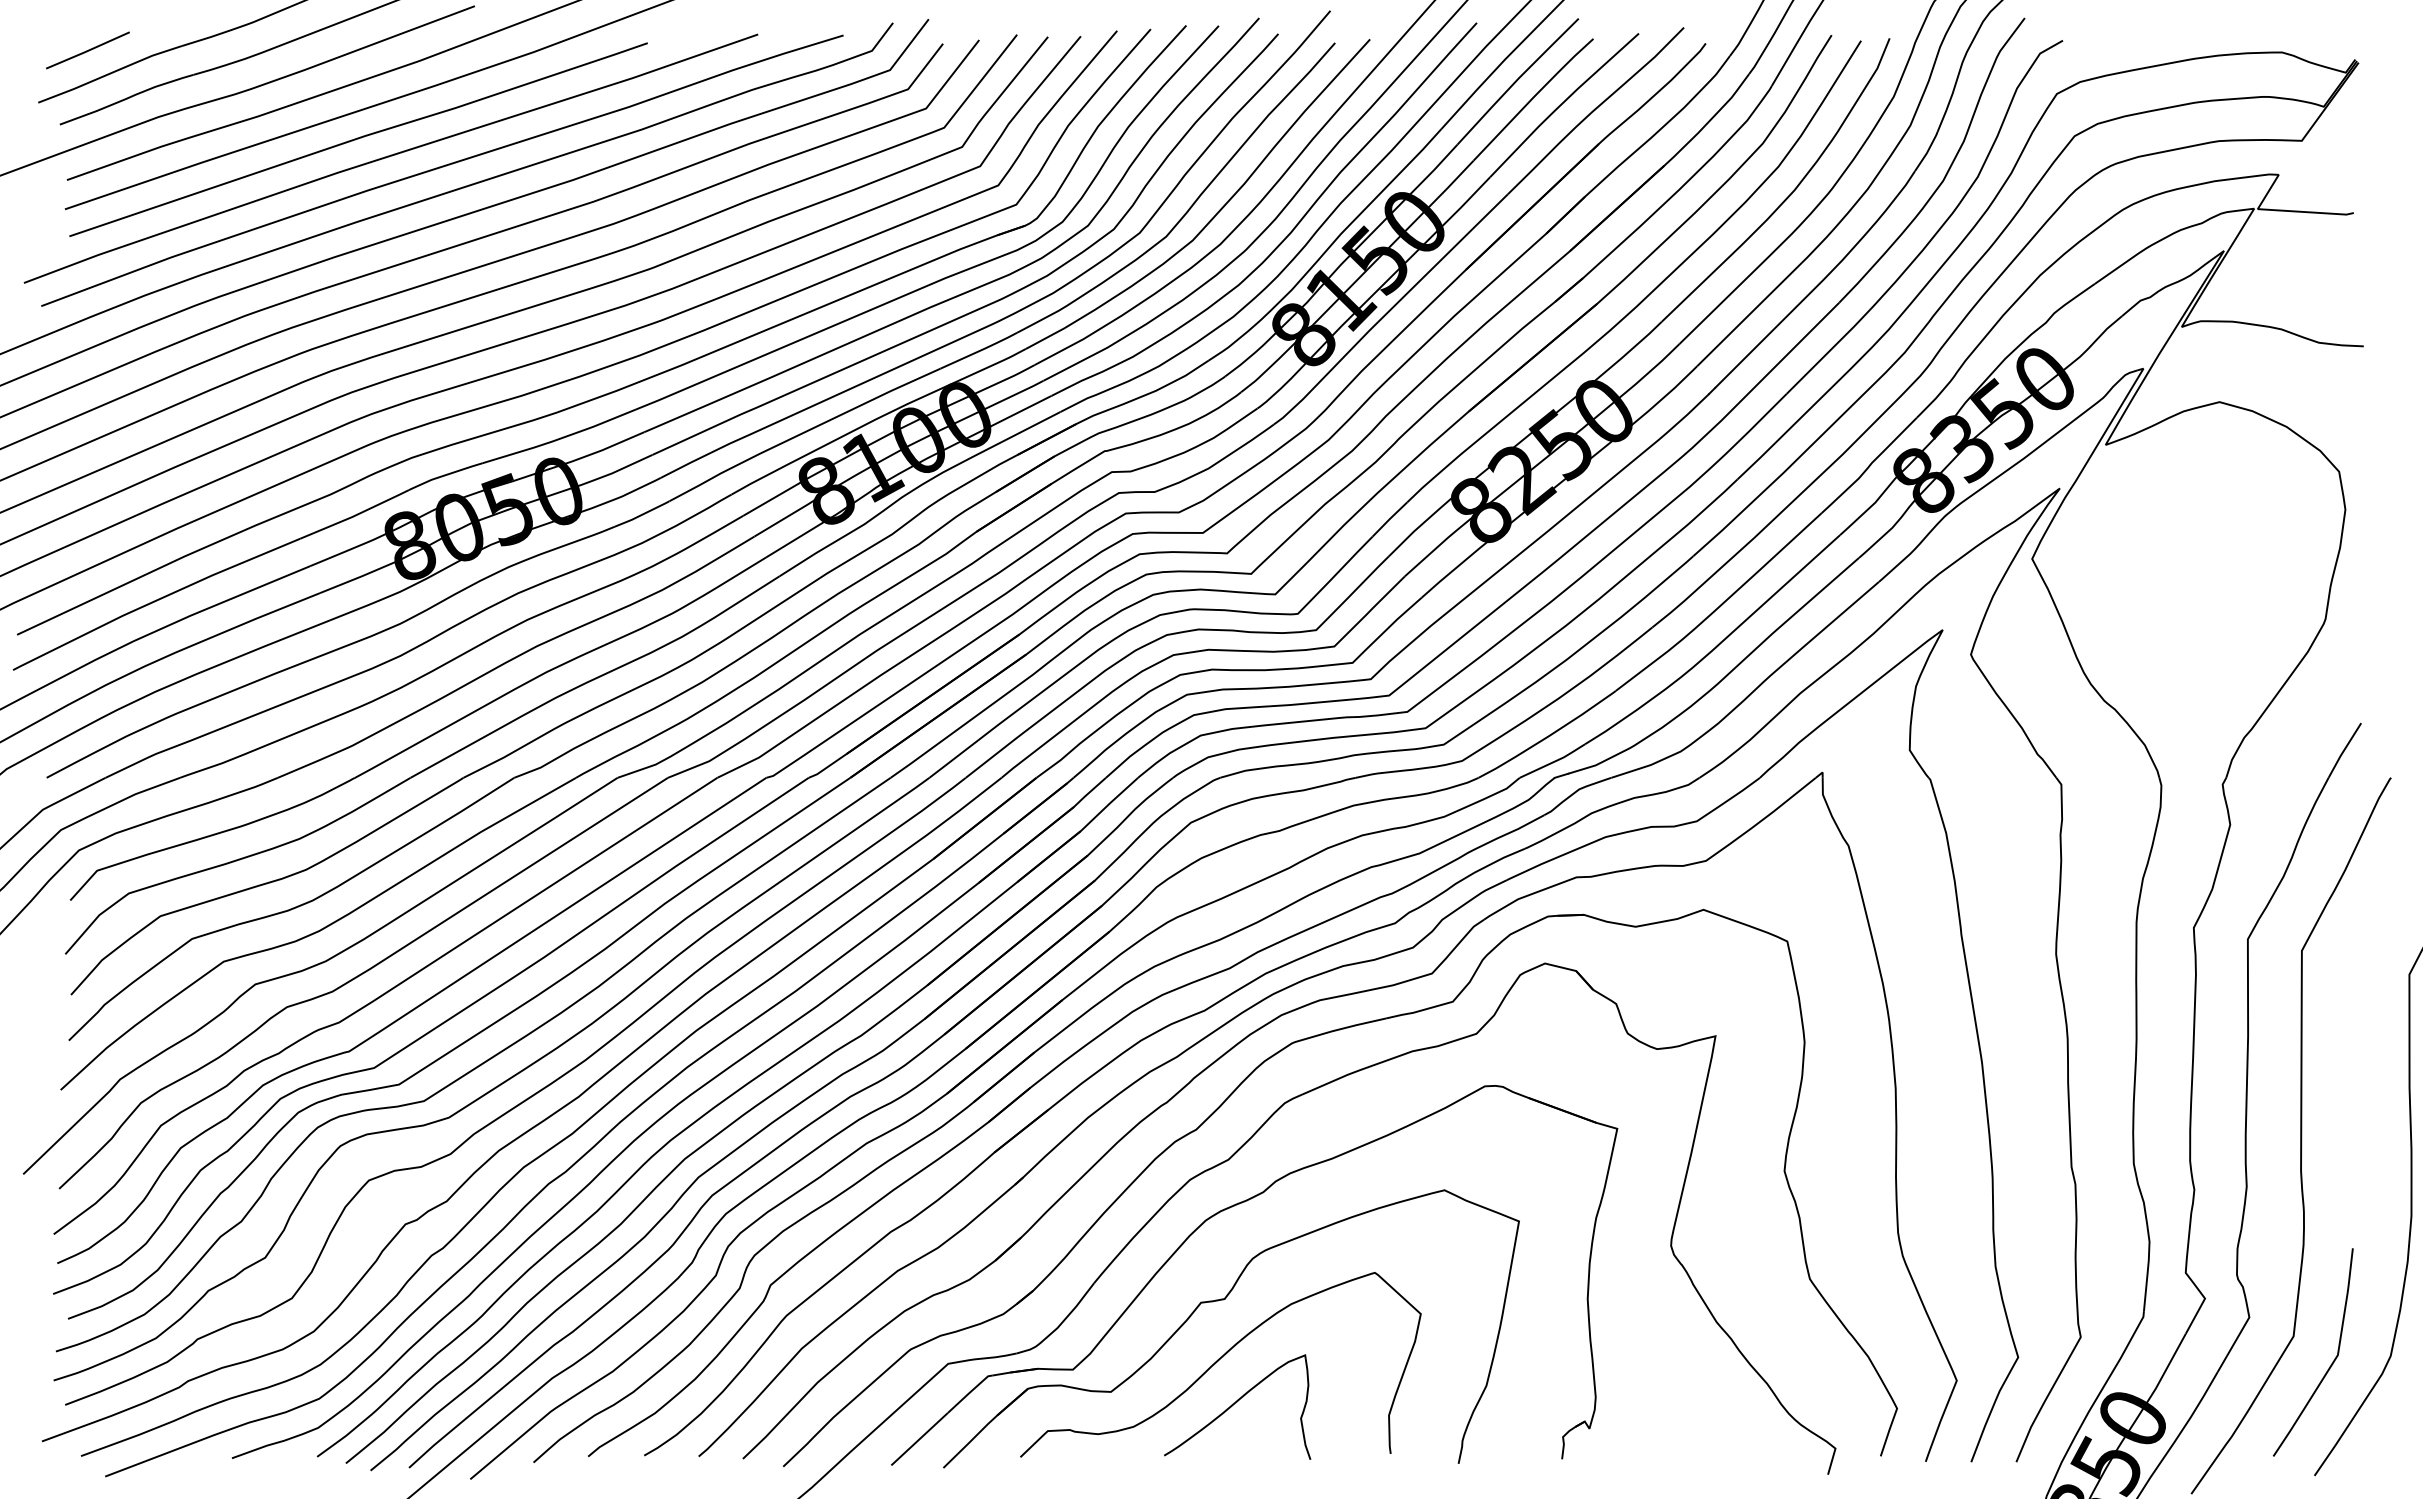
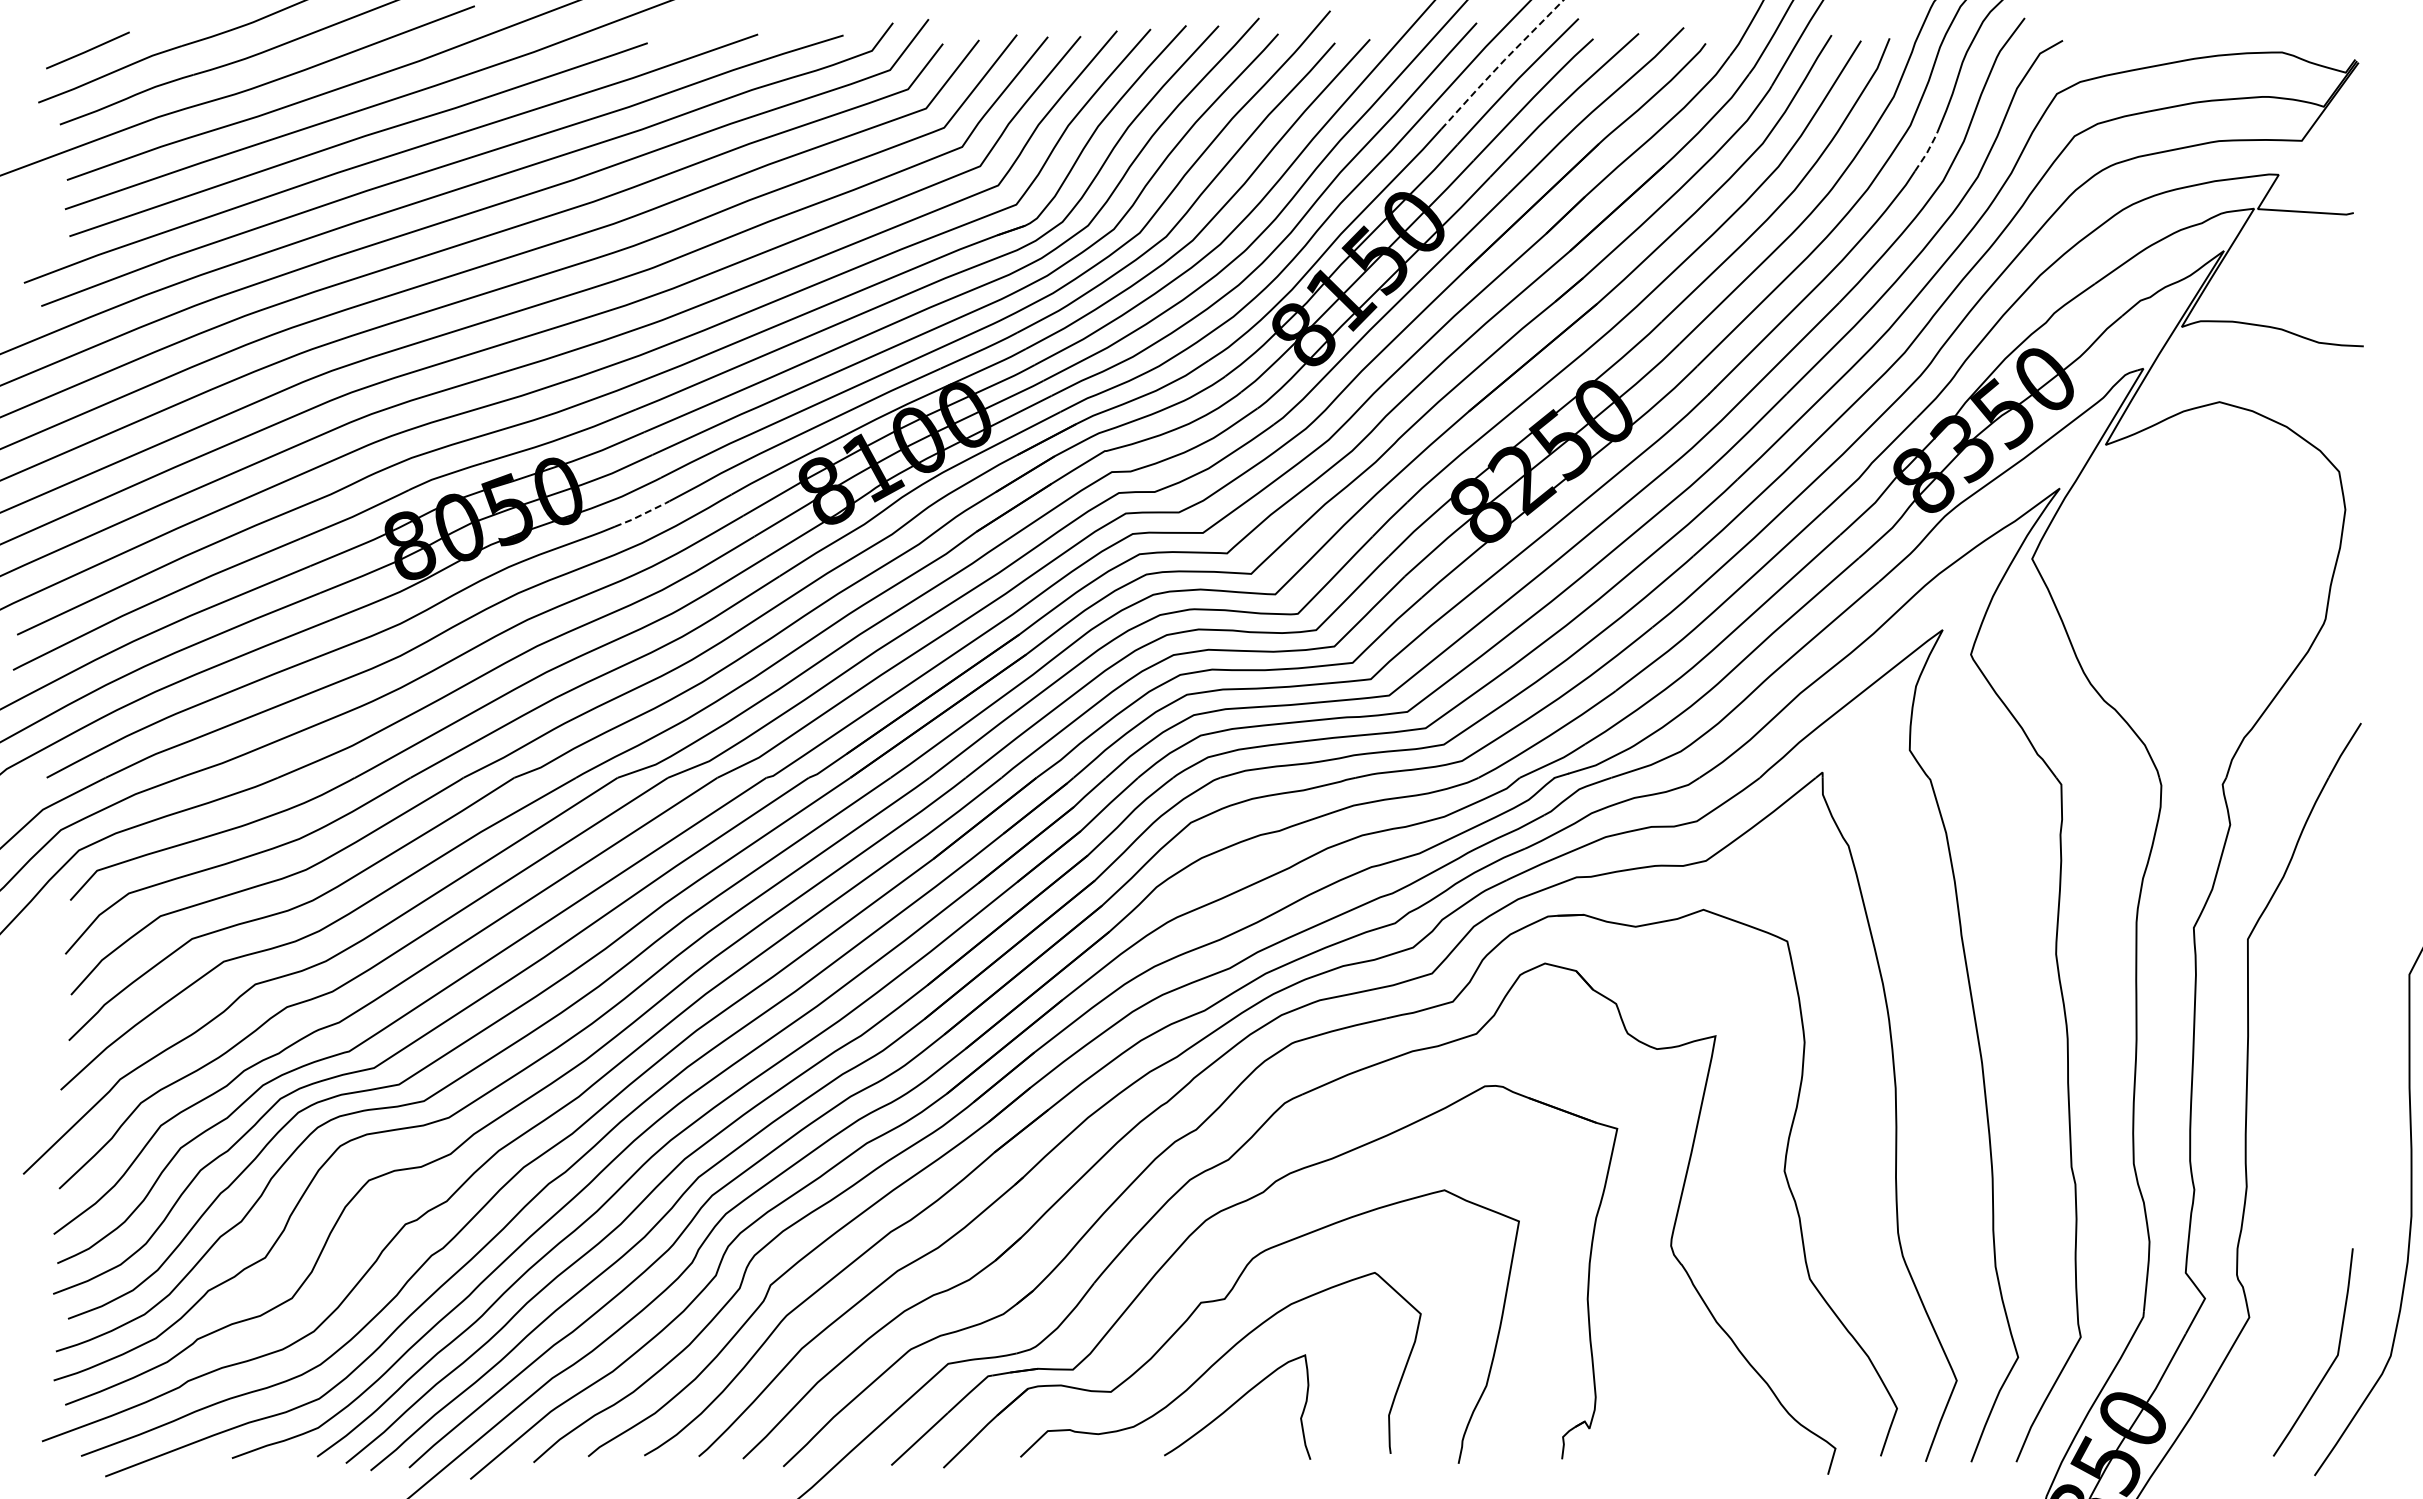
line at (1501, 63): solid -> dashed
line at (1927, 151): solid -> dashed
line at (642, 514): solid -> dashed
curve at (2300, 1135): present -> none
